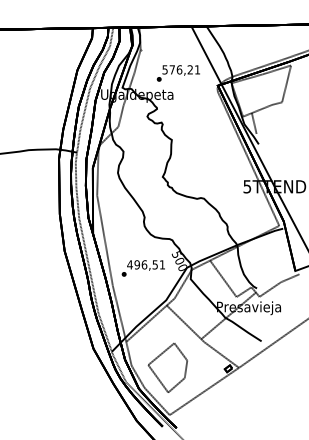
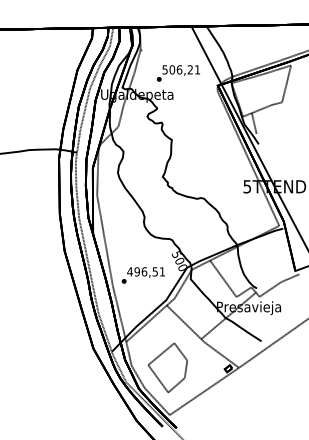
text at (172, 69): 576,21 -> 506,21
text at (142, 268) position: (142, 268) -> (142, 275)
